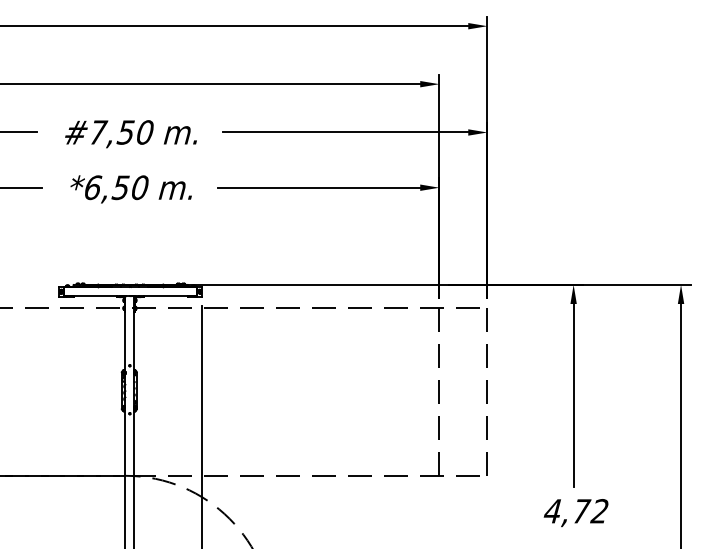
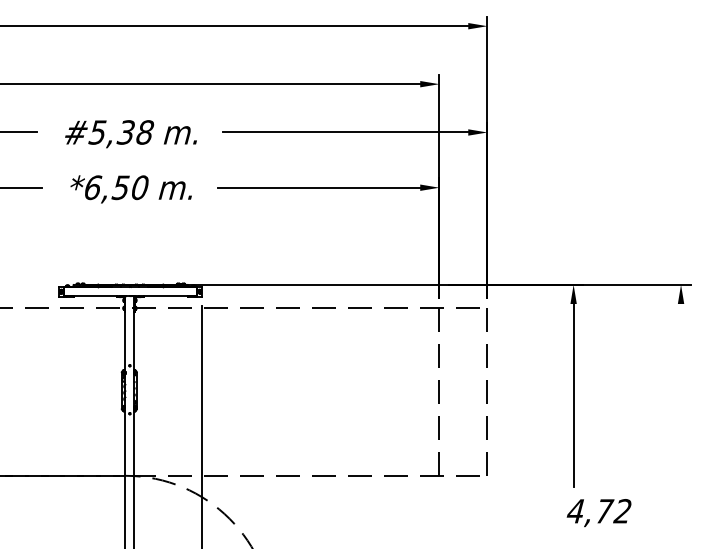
text at (121, 132): #7,50 -> #5,38
line at (681, 424): present -> none
text at (575, 513) position: (575, 513) -> (598, 513)
